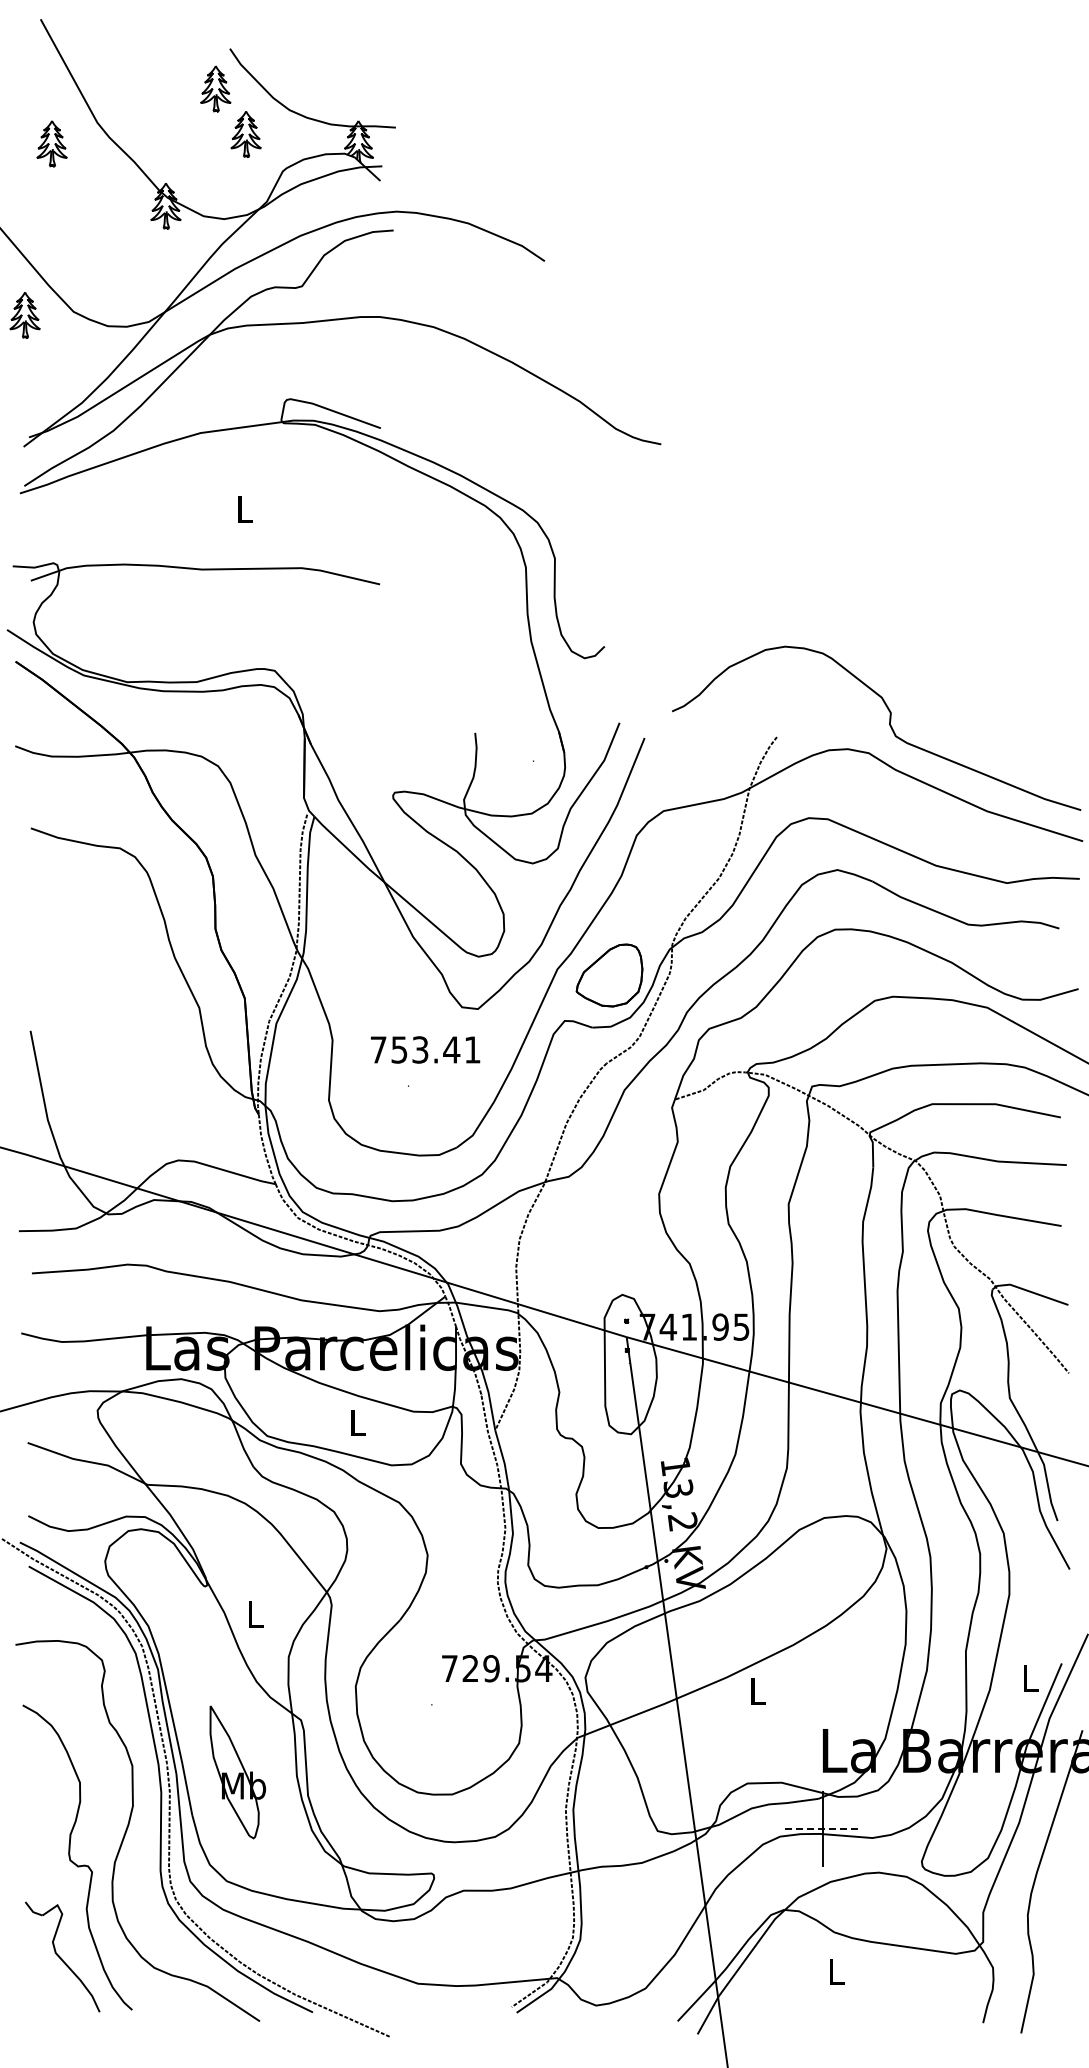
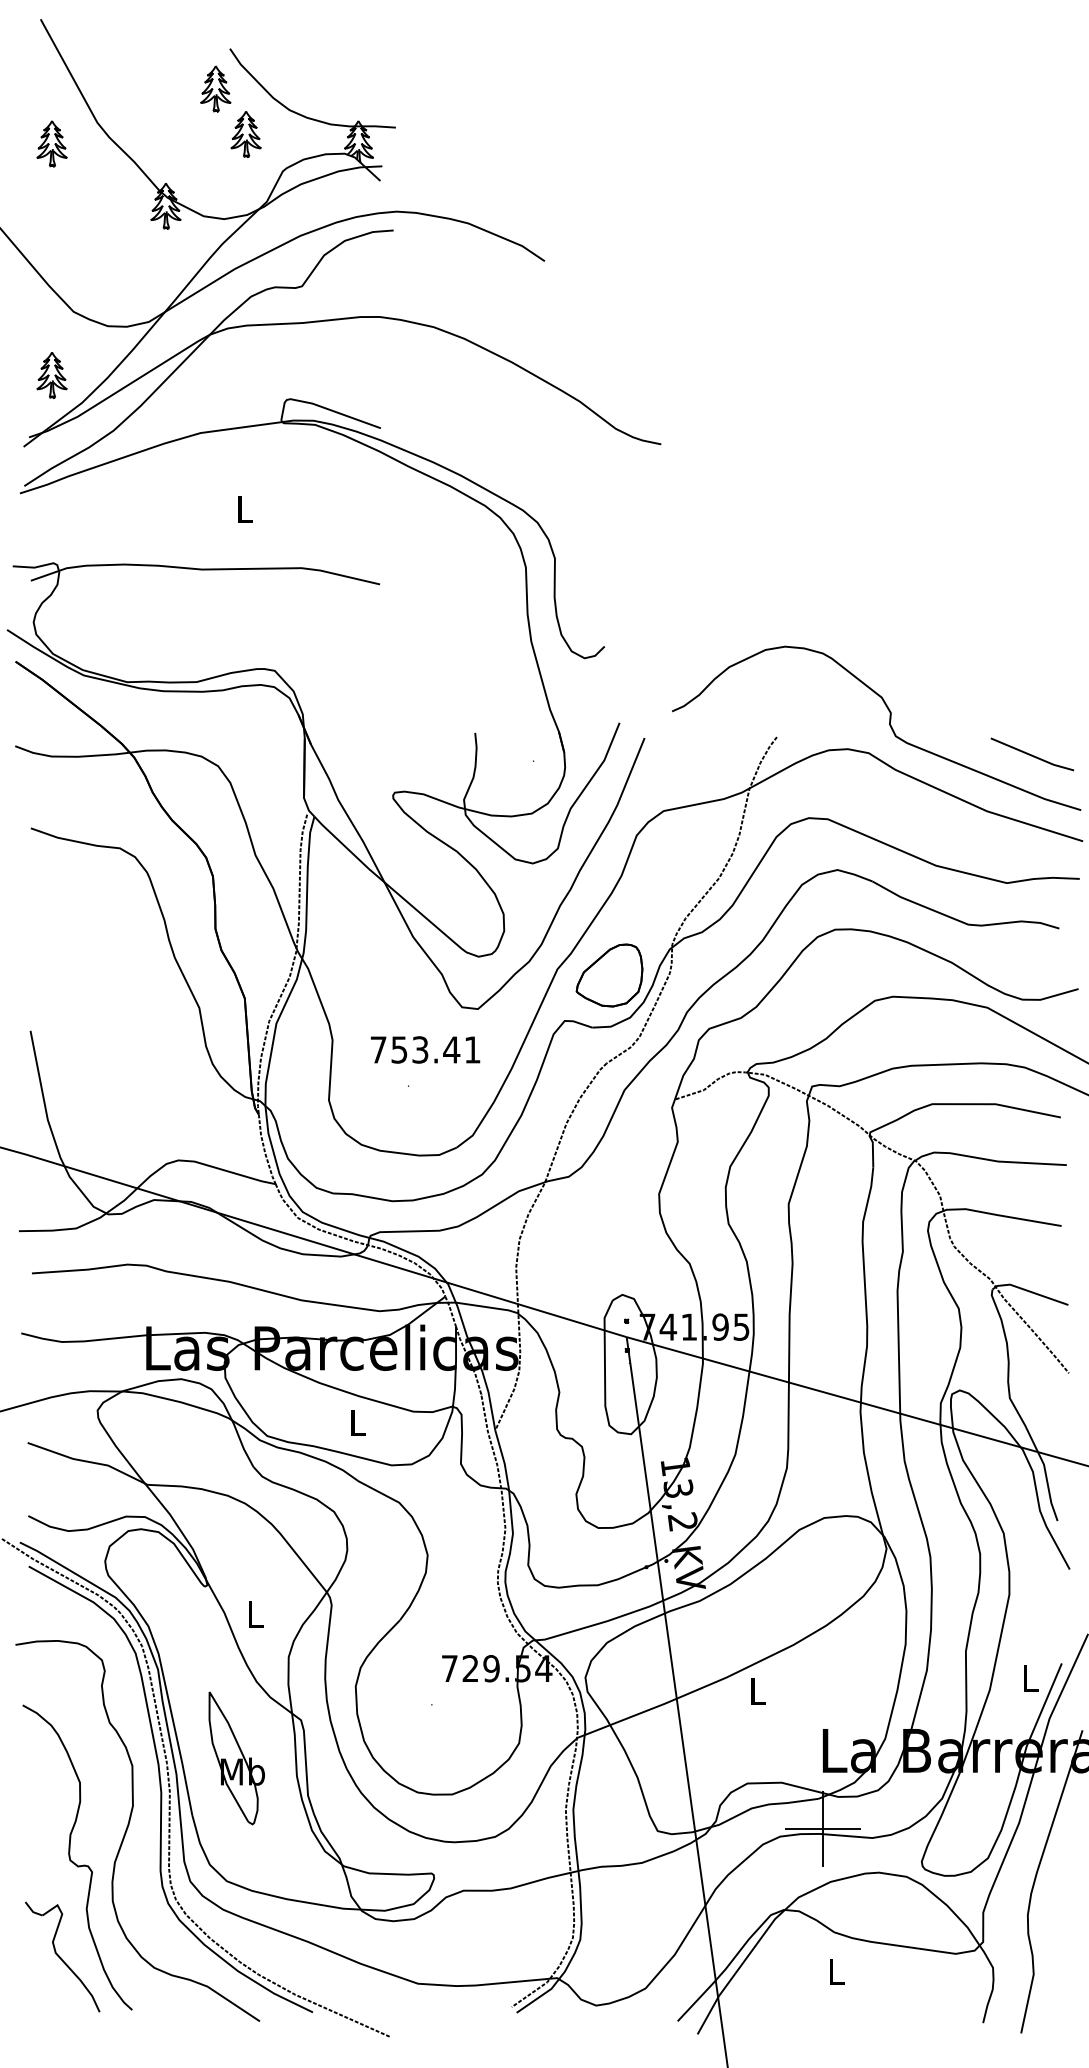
part at (24, 315) position: (24, 315) -> (51, 375)
line at (1032, 754): none -> present
part at (237, 1772) position: (237, 1772) -> (236, 1758)
line at (823, 1828): dashed -> solid
